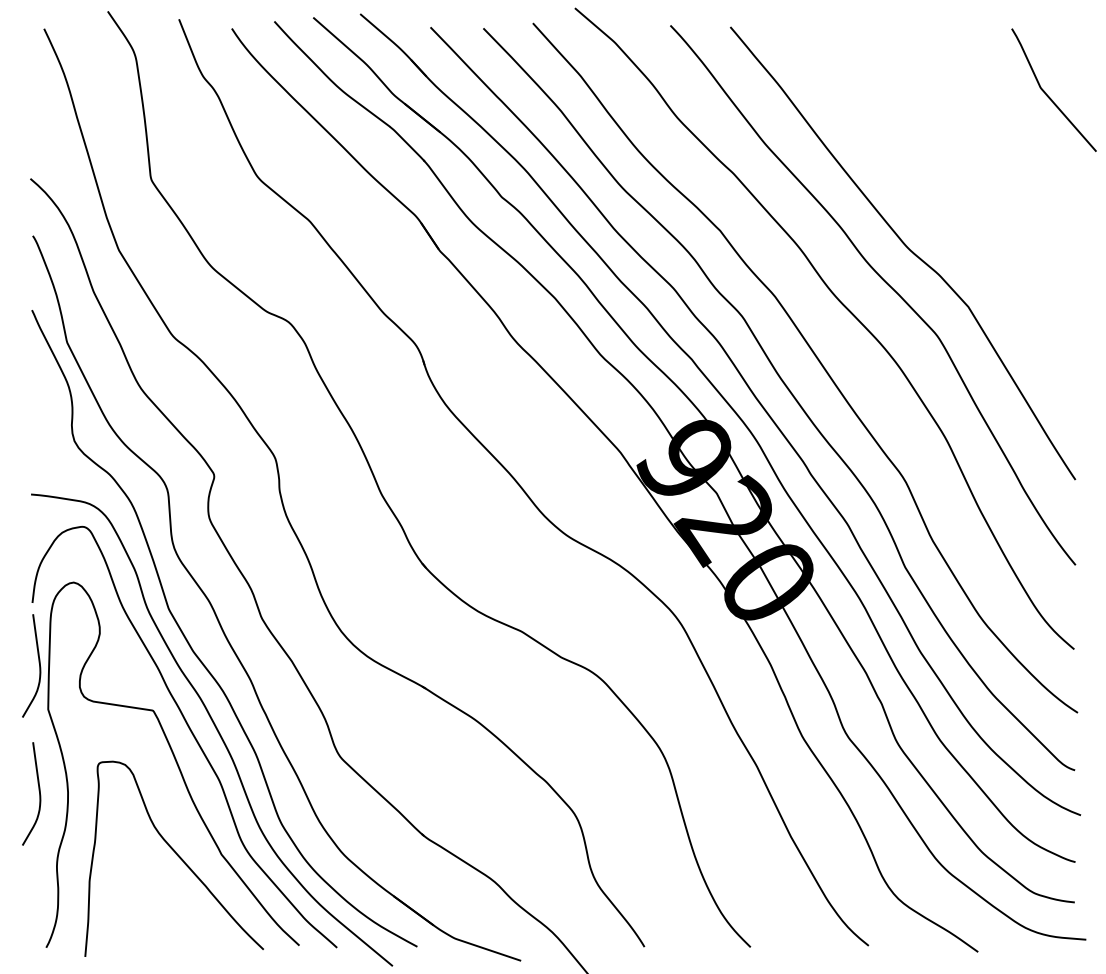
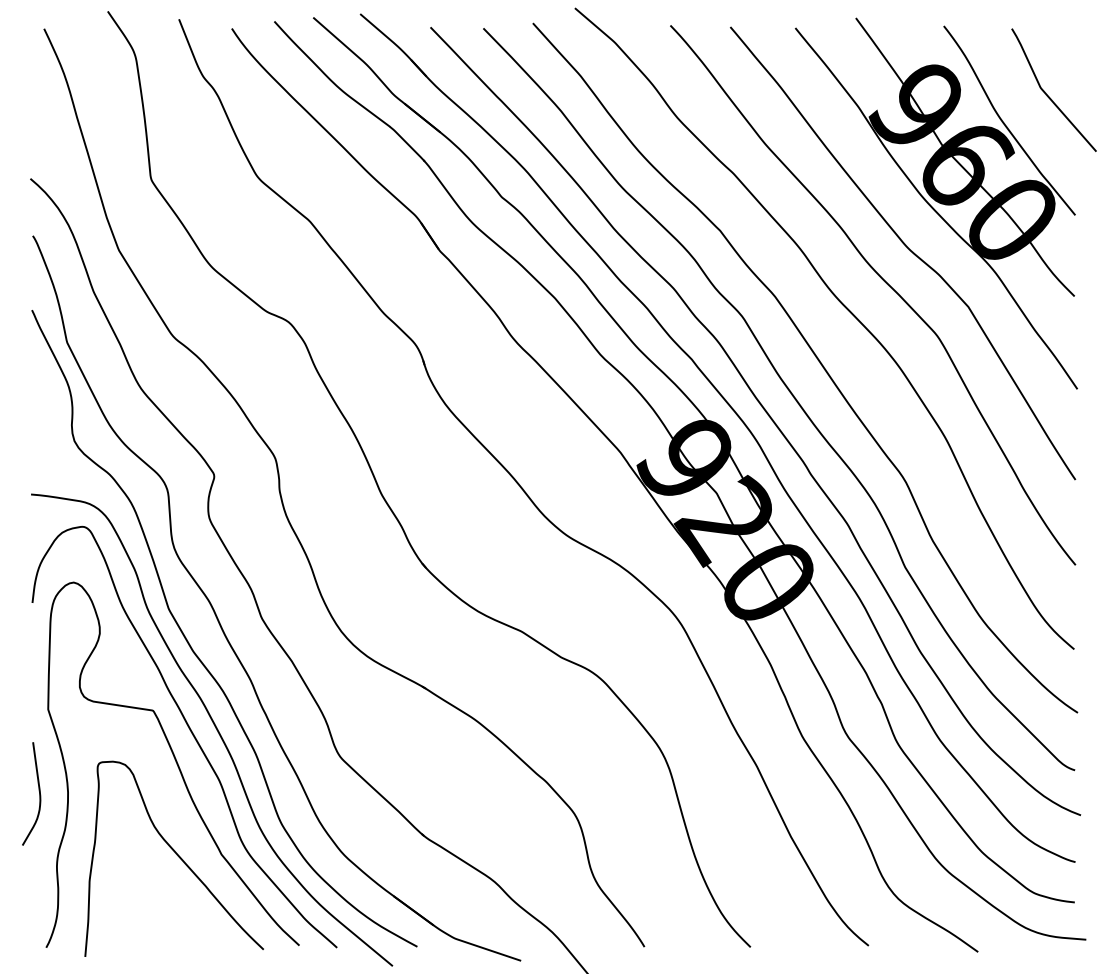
part at (936, 203): none -> present
curve at (38, 662): present -> none
